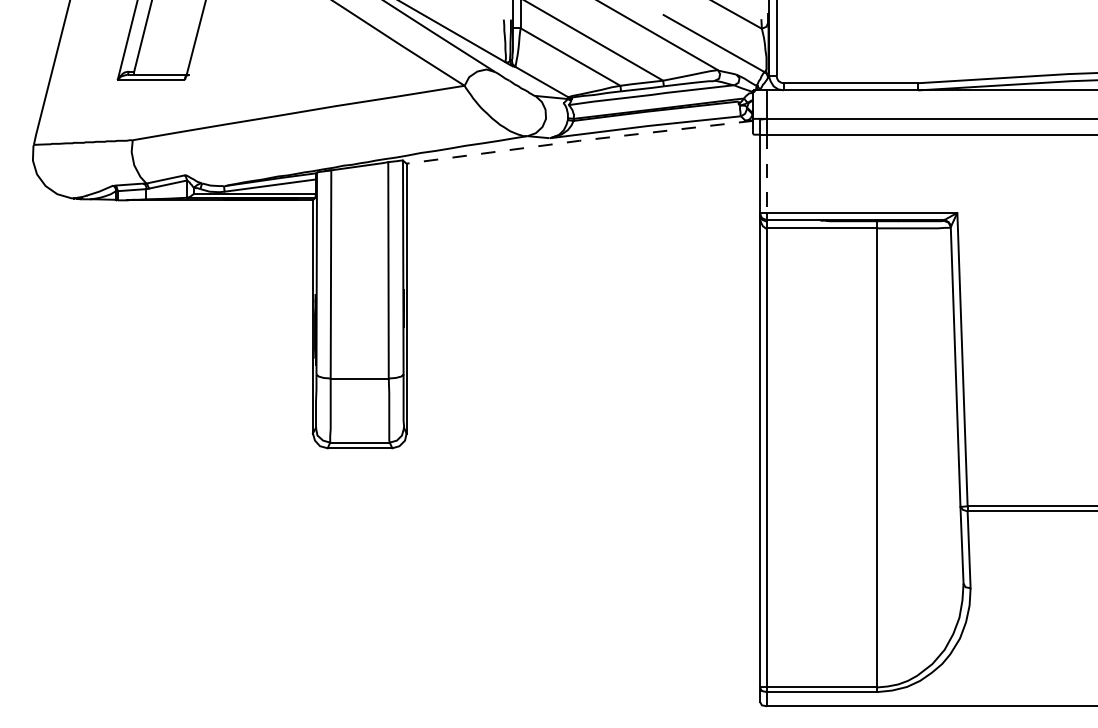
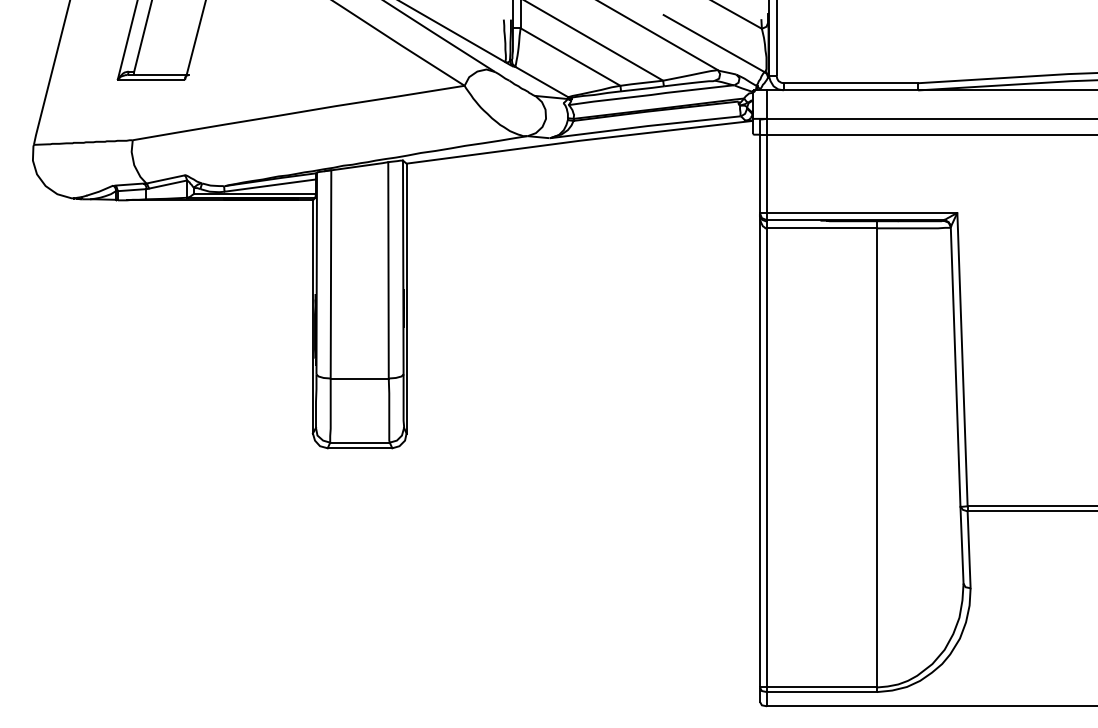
line at (579, 140): dashed -> solid
line at (766, 174): dashed -> solid
